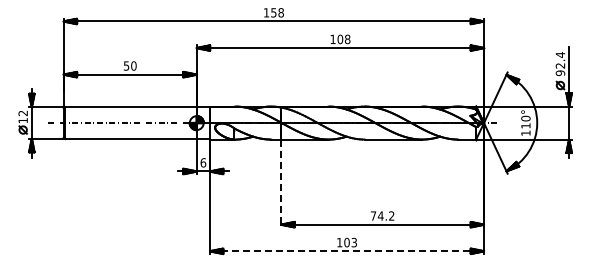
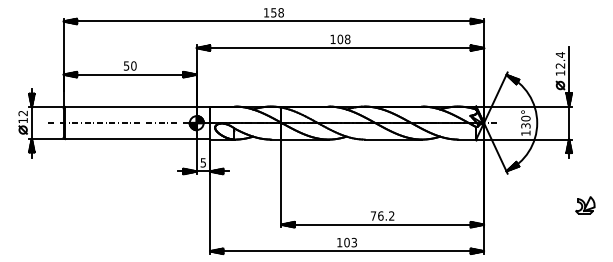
text at (560, 72): 92.4 -> 12.4
text at (525, 125): 110° -> 130°
text at (203, 162): 6 -> 5
line at (281, 183): dashed -> solid
part at (585, 205): none -> present
text at (380, 215): 74.2 -> 76.2
line at (347, 251): dashed -> solid
